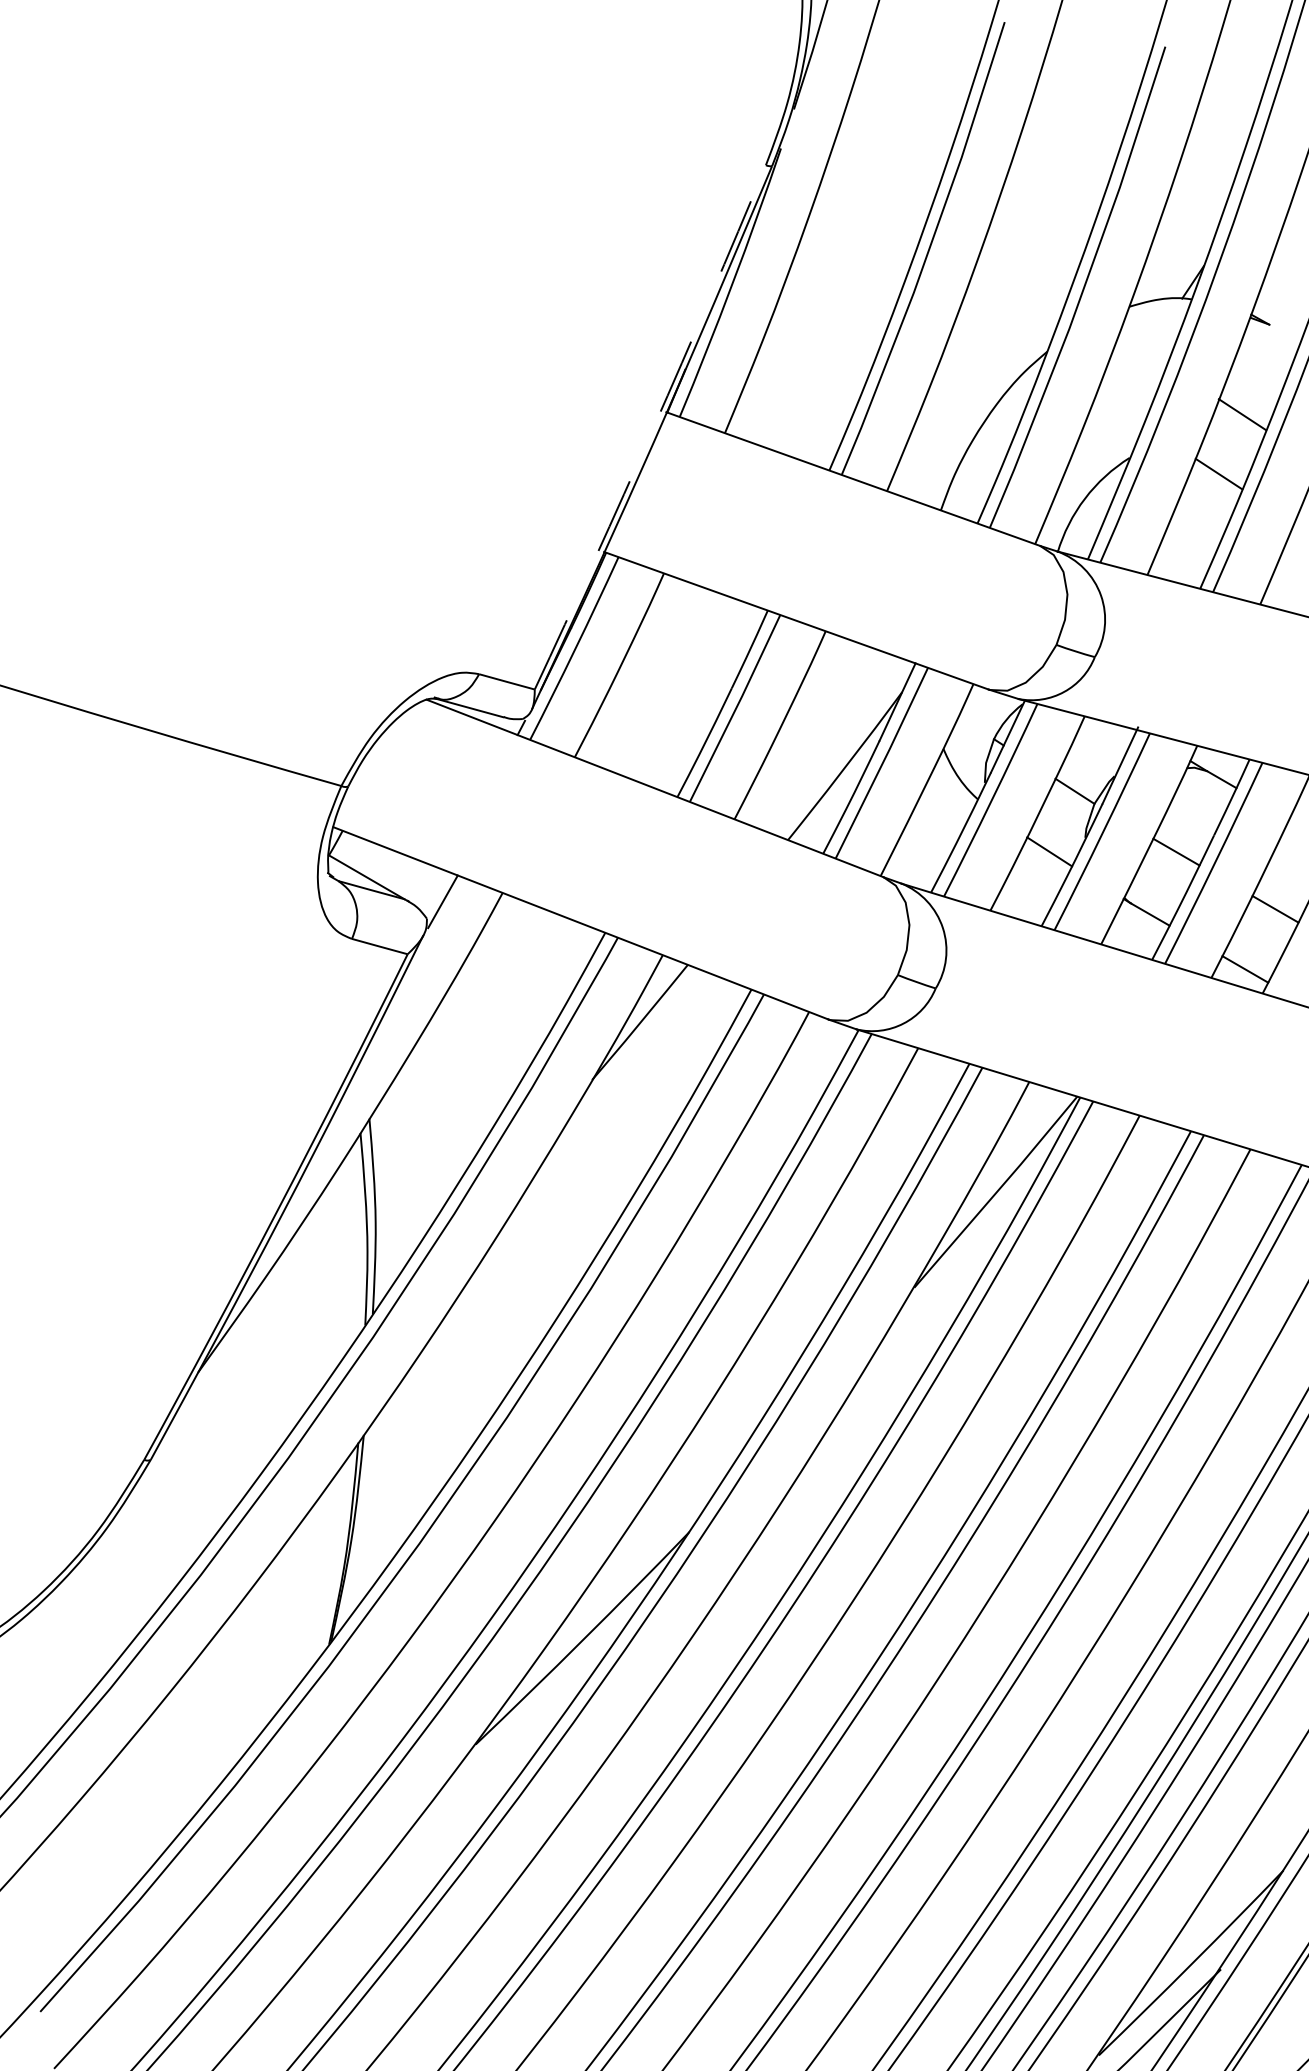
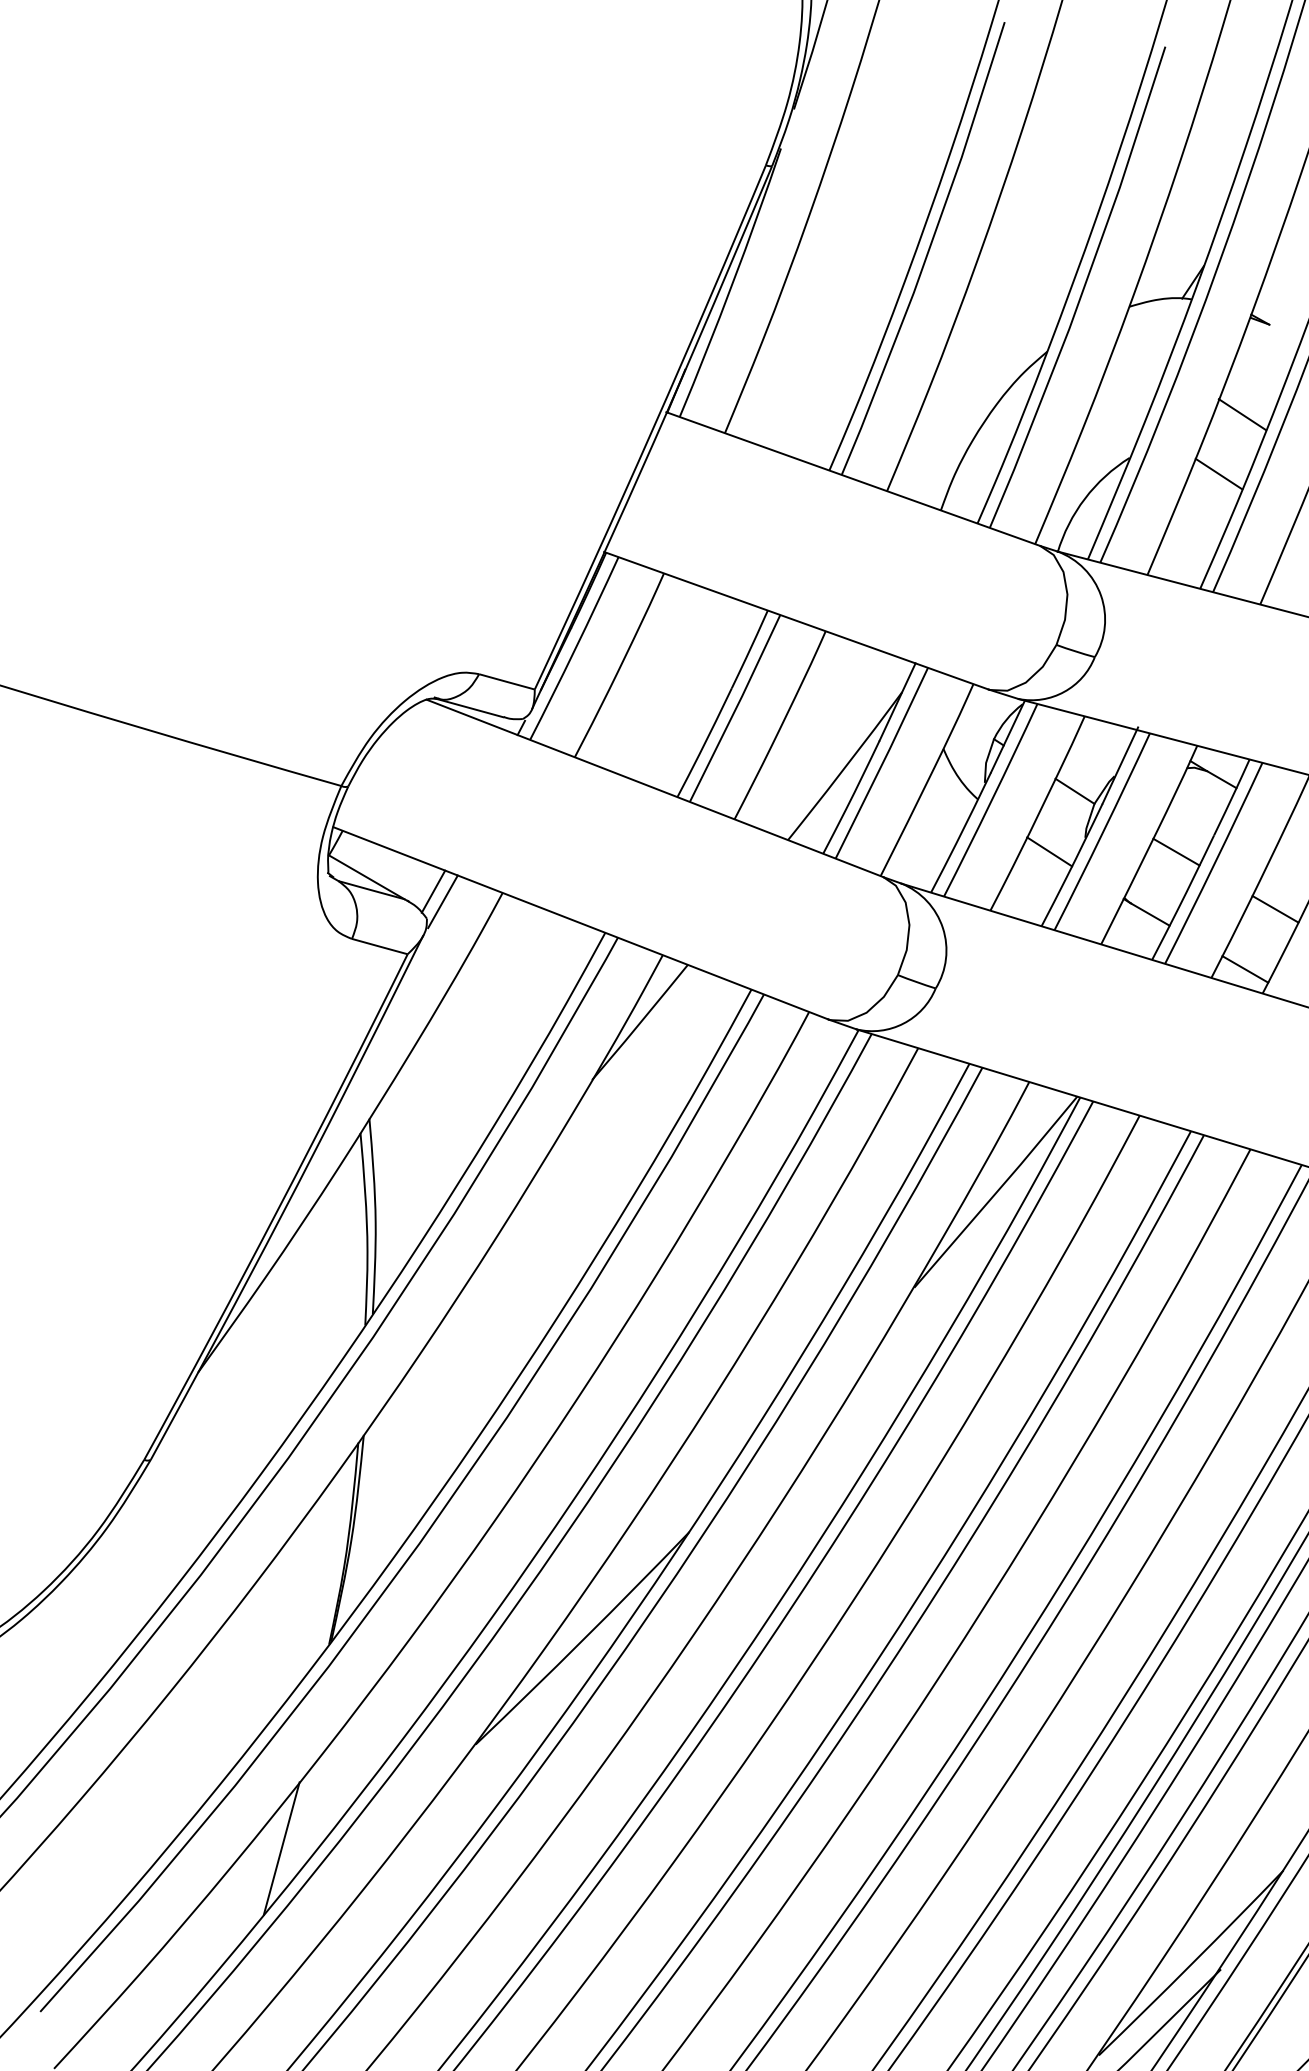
arc at (653, 428): dashed -> solid
line at (433, 891): none -> present
line at (281, 1848): none -> present
